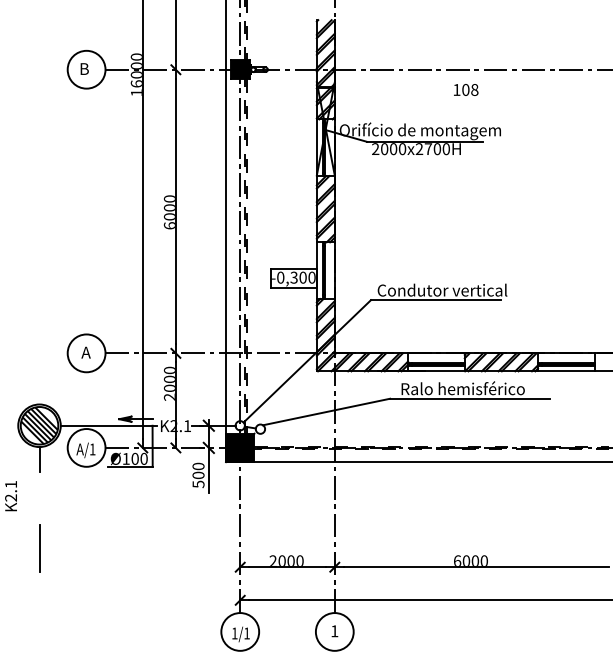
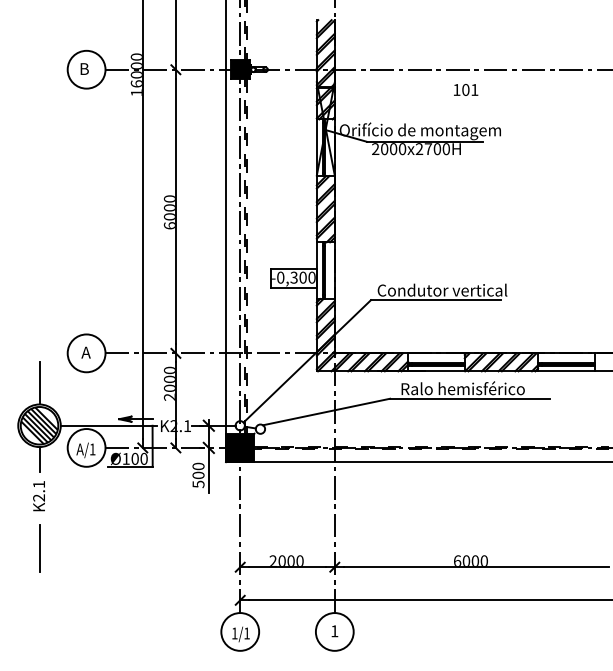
text at (474, 89): 108 -> 101
line at (39, 383): none -> present
text at (11, 496) position: (11, 496) -> (39, 496)
